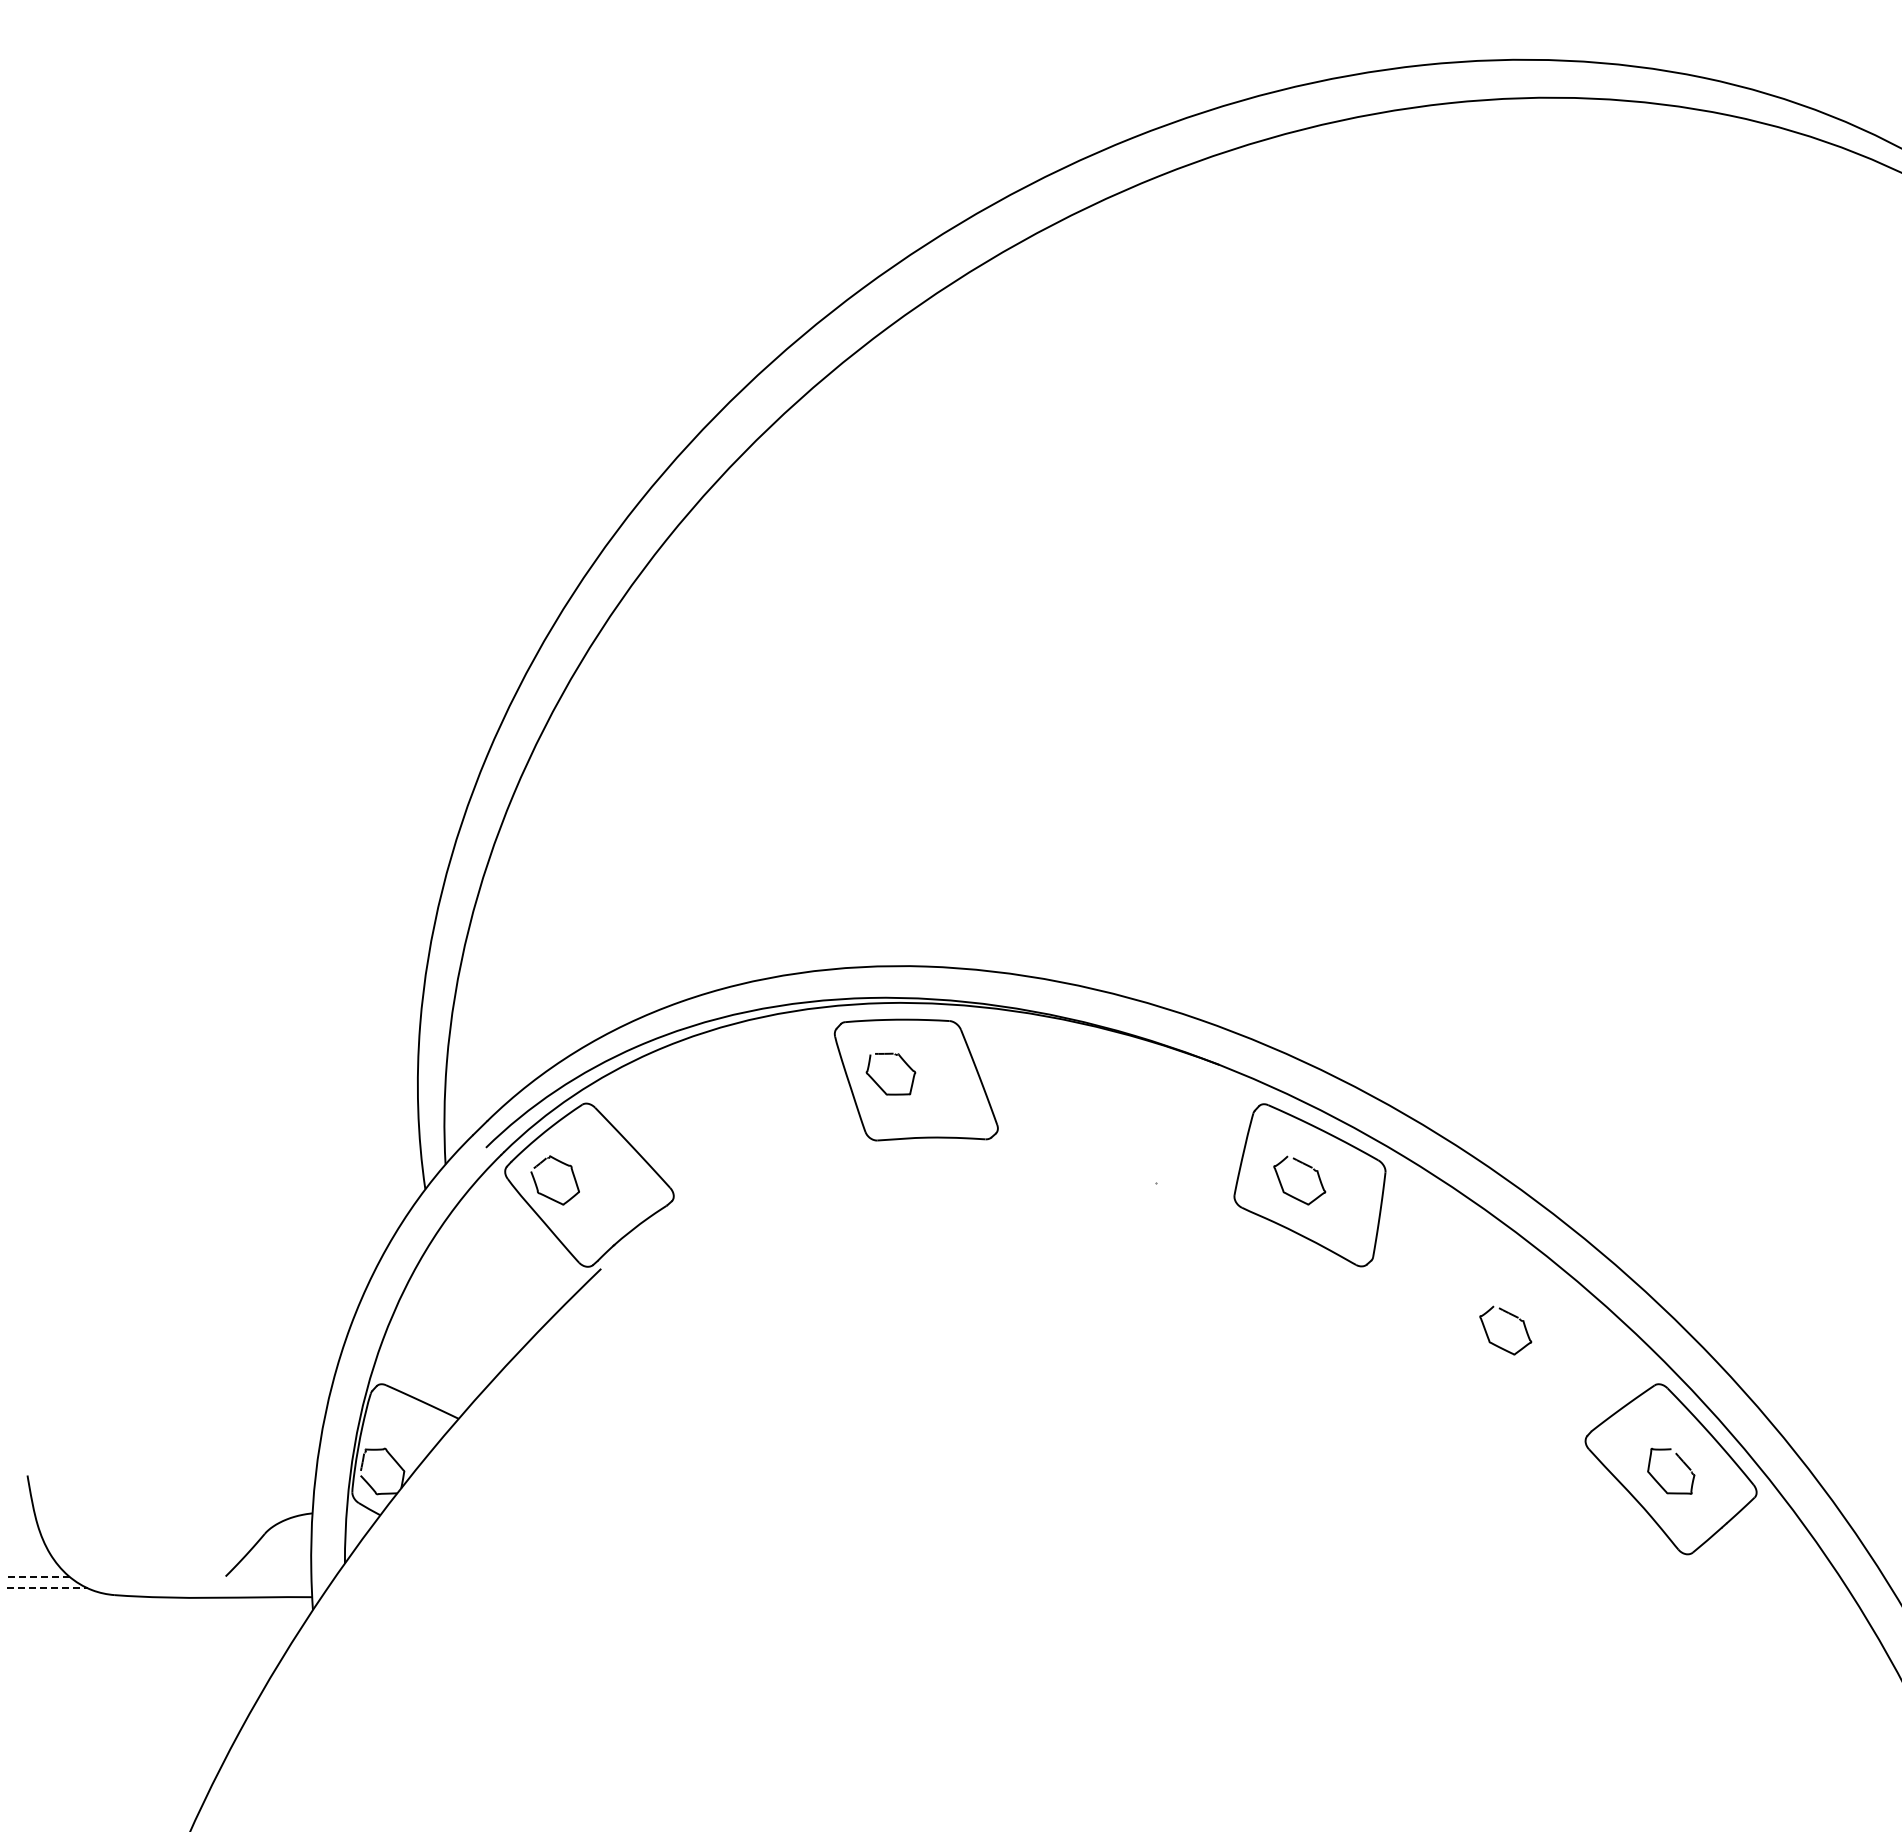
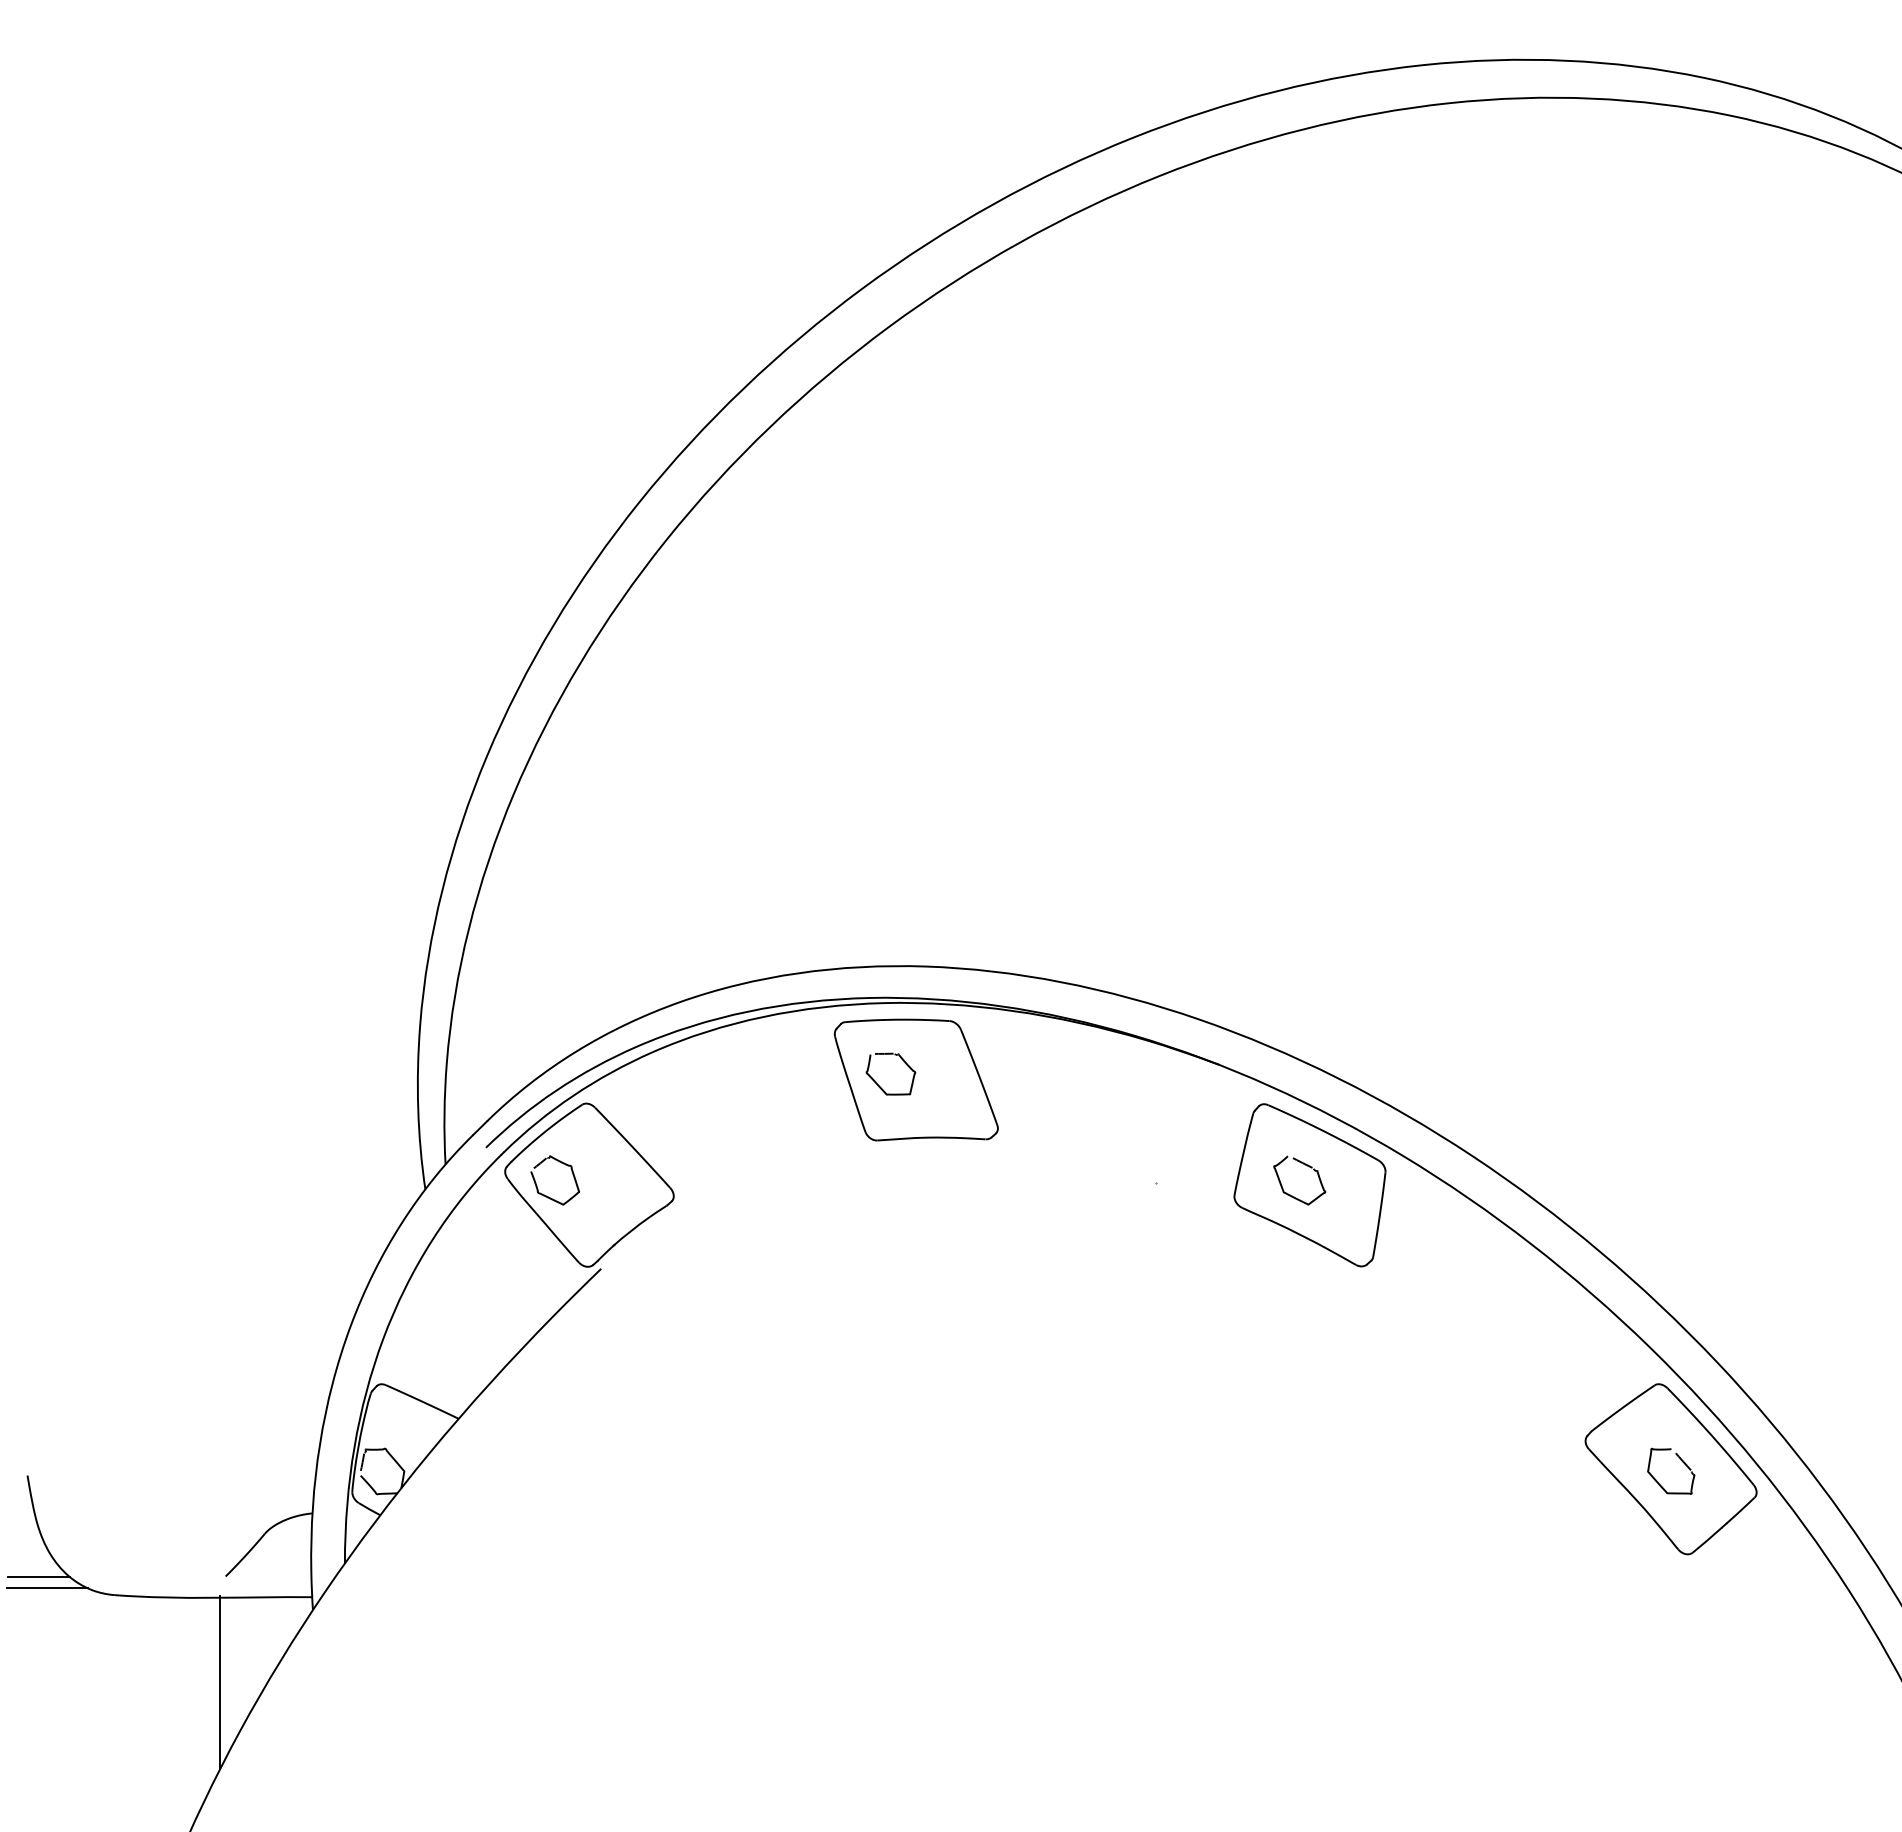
part at (1513, 1316): present -> none
line at (38, 1577): dashed -> solid
line at (48, 1588): dashed -> solid
line at (220, 1682): none -> present
